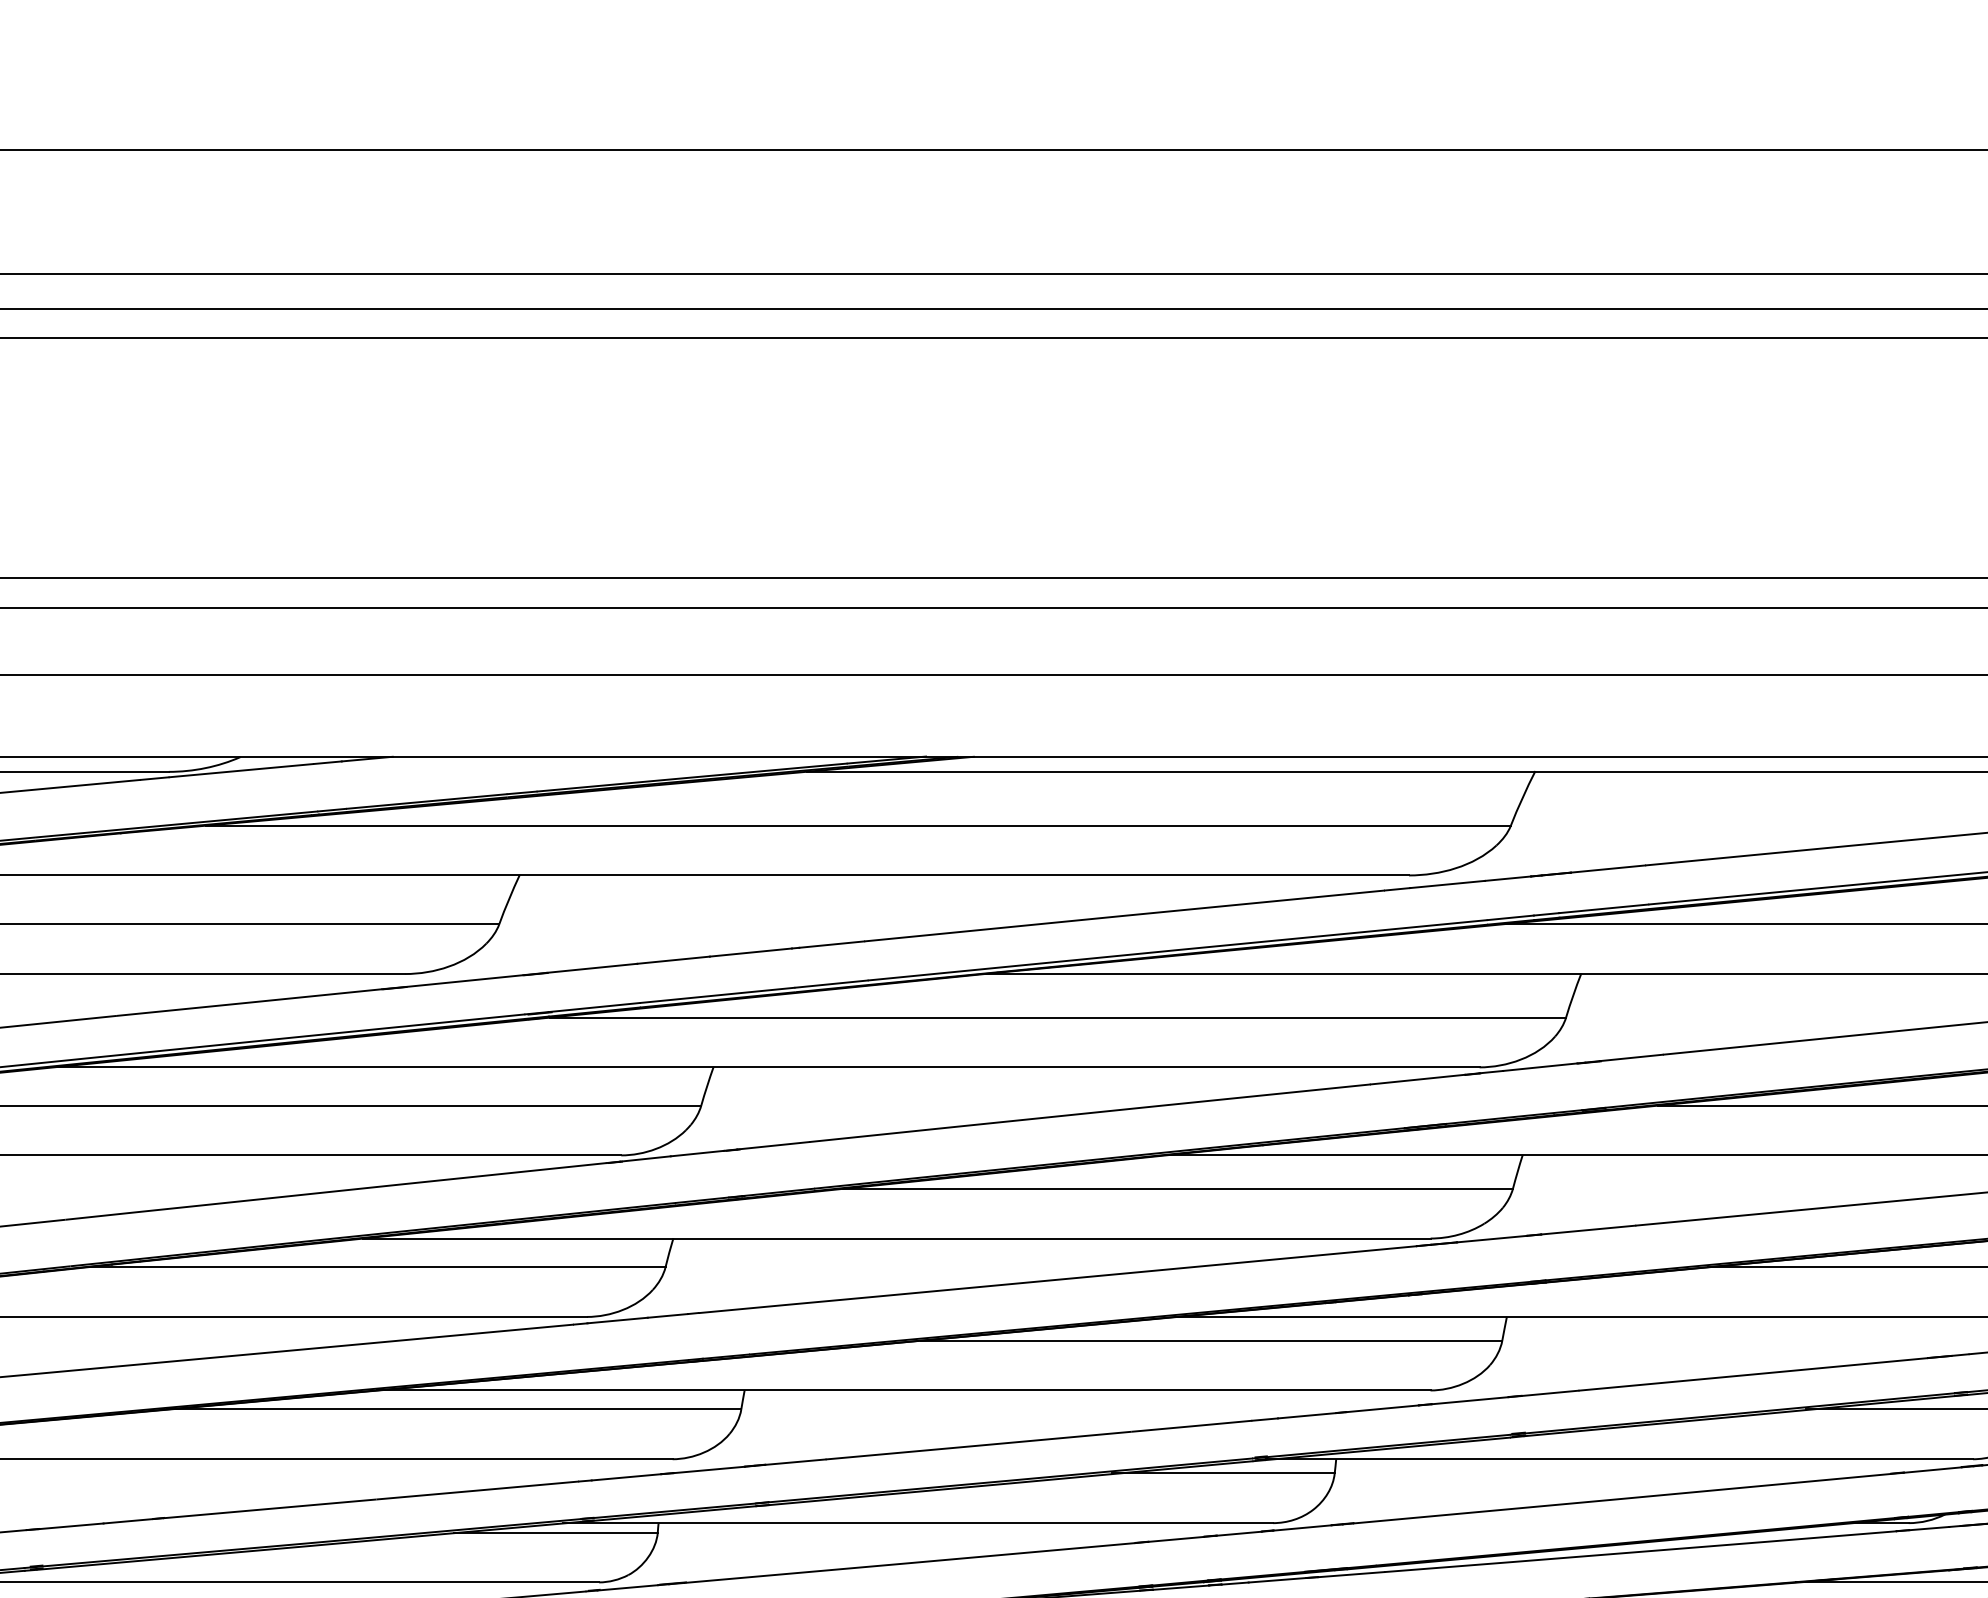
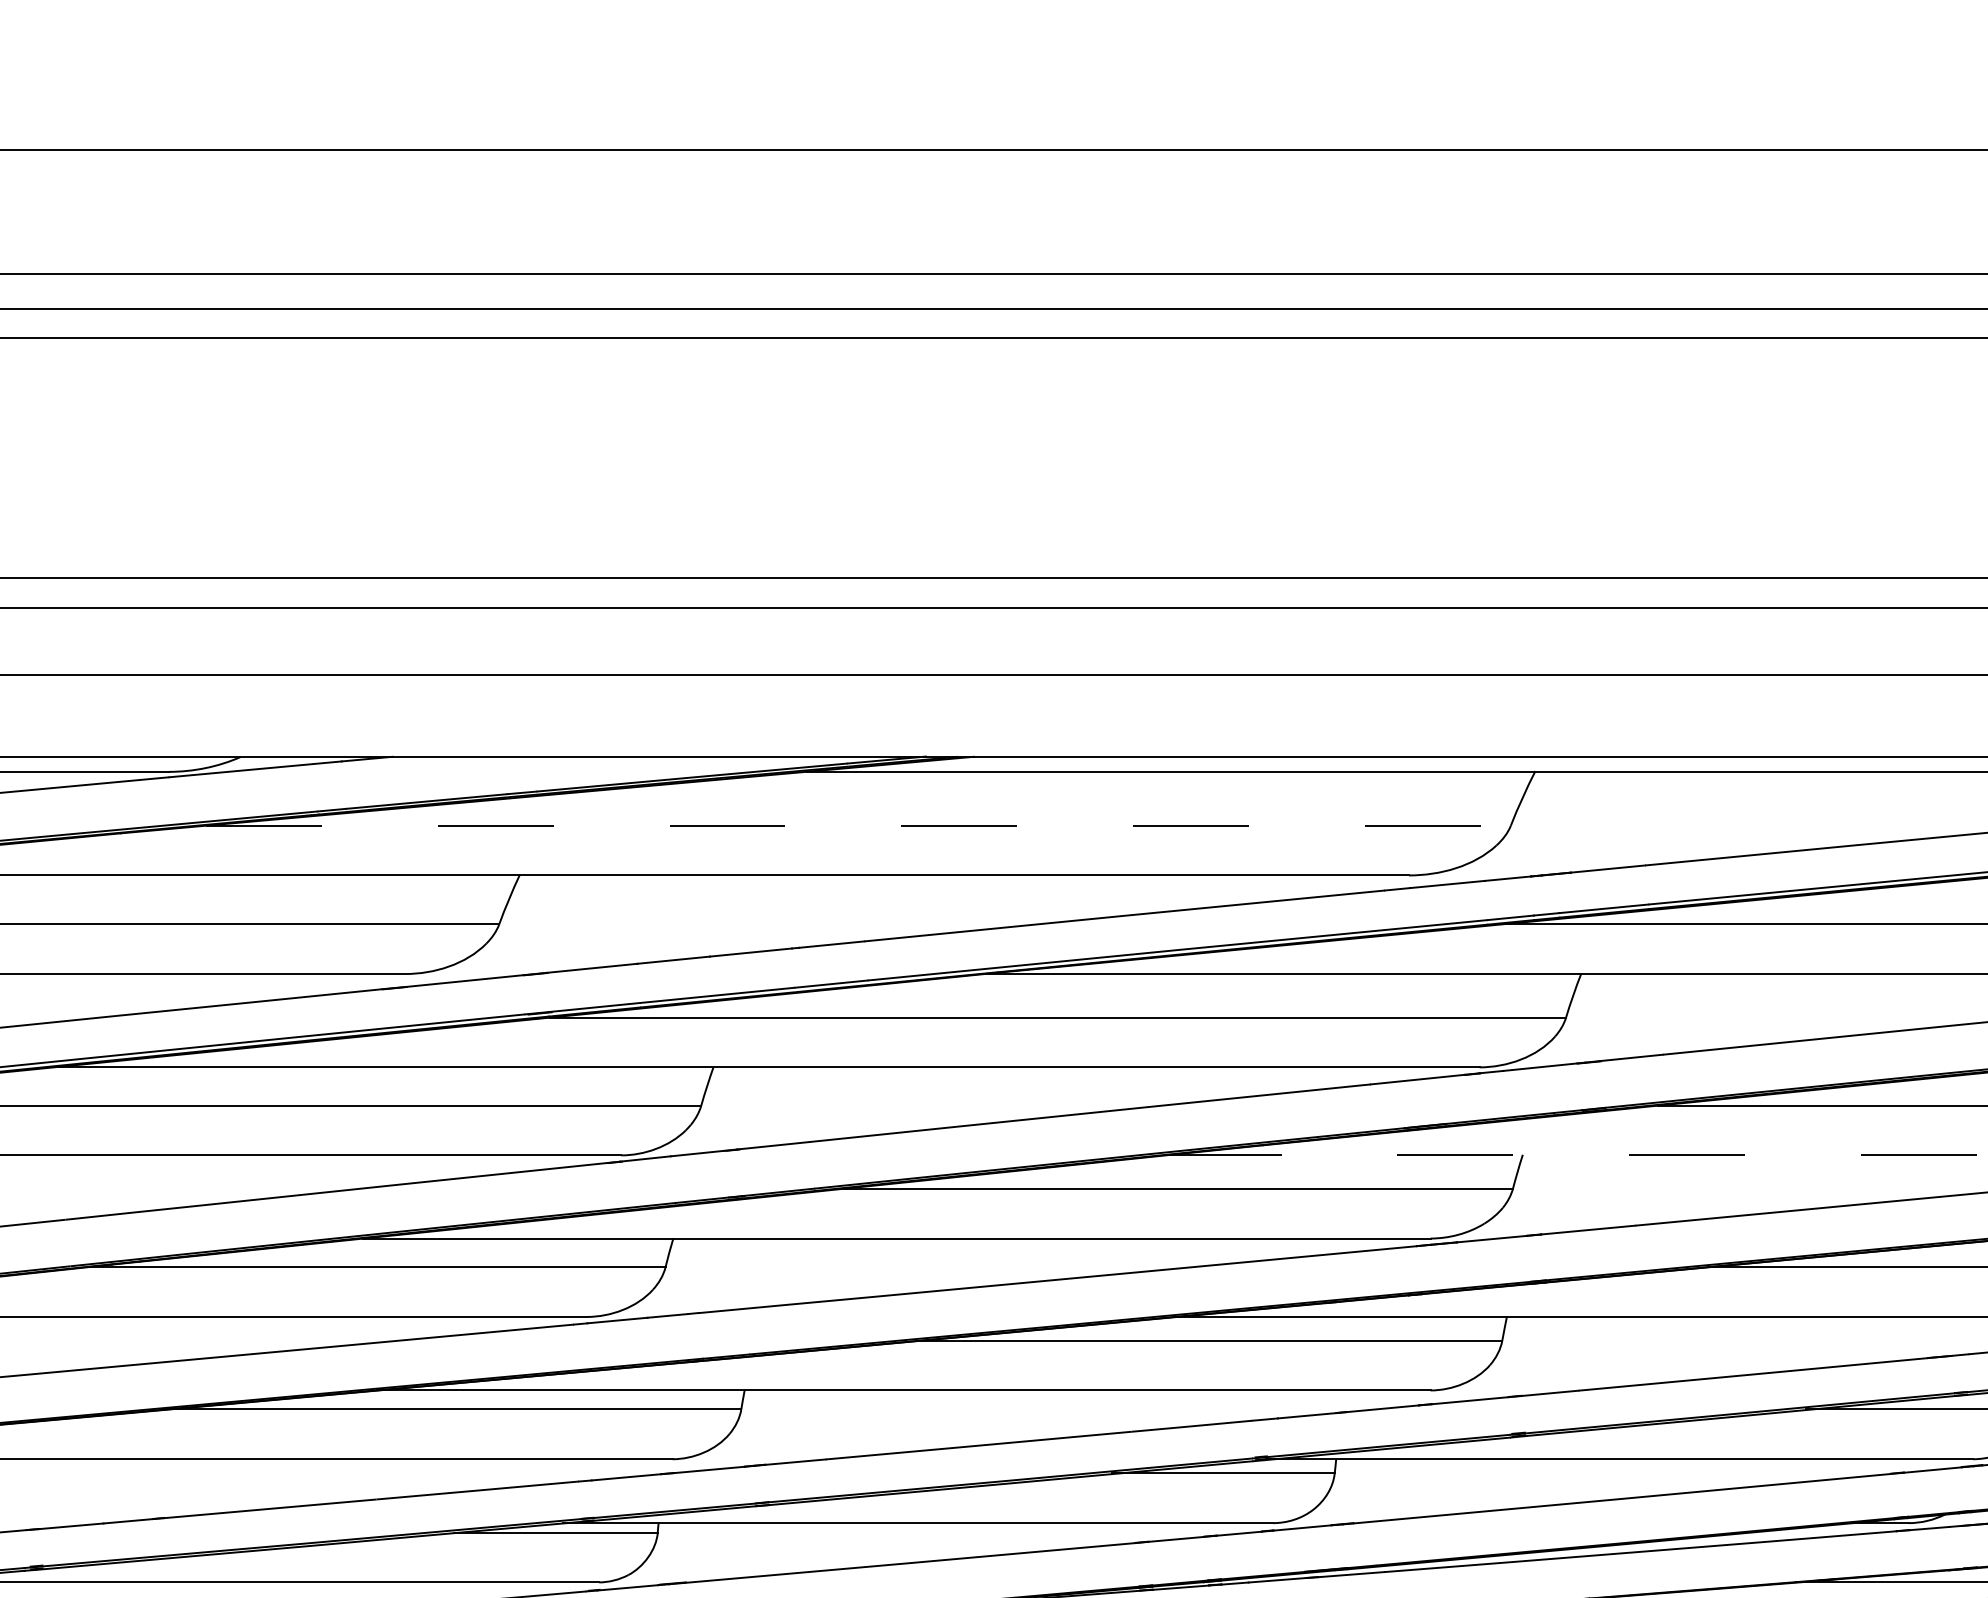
line at (858, 825): solid -> dashed
line at (1576, 1155): solid -> dashed
